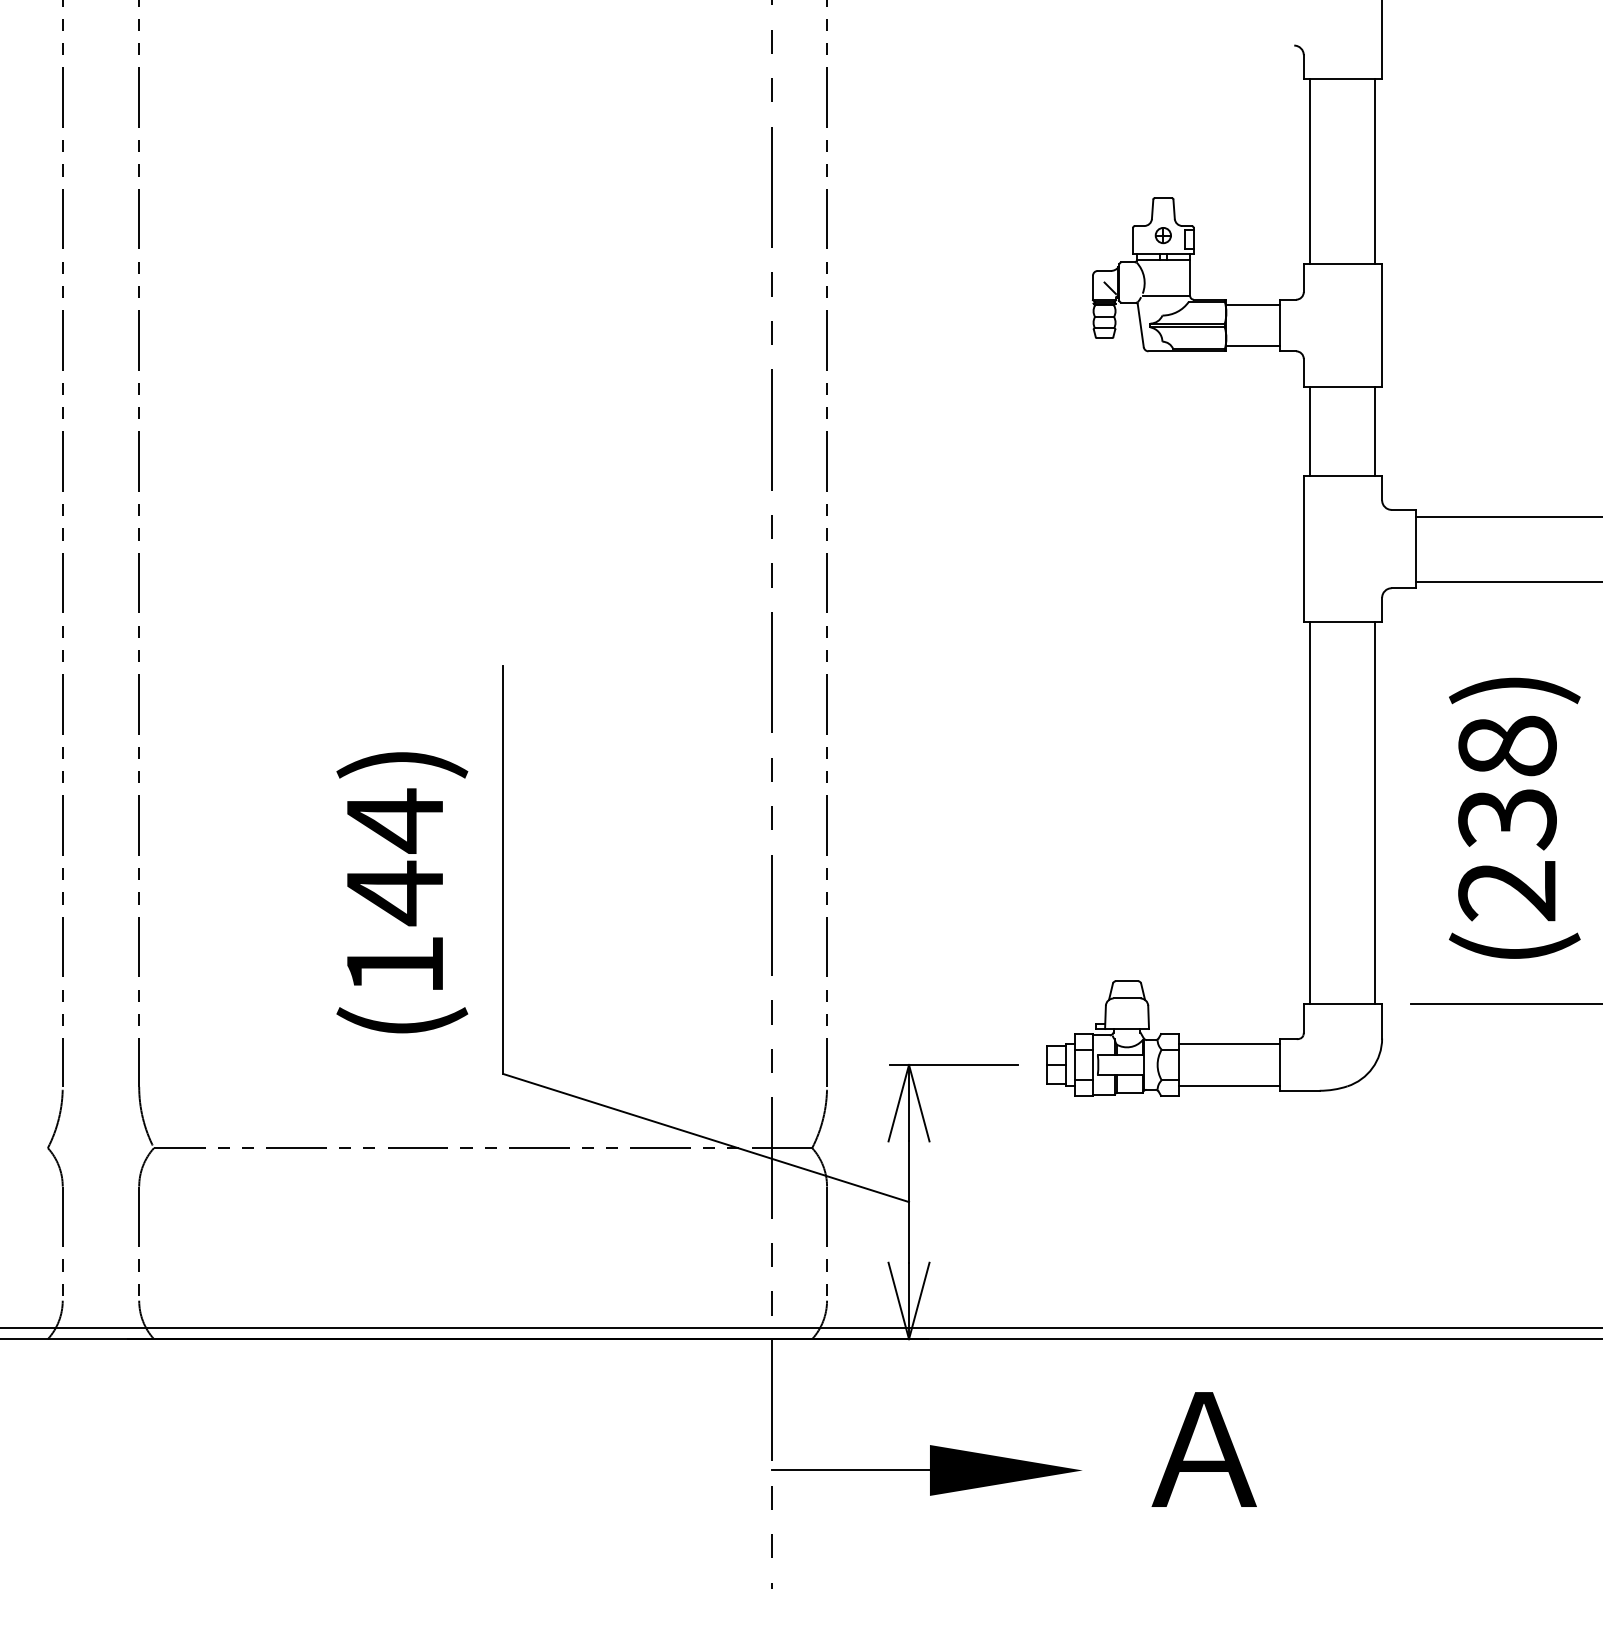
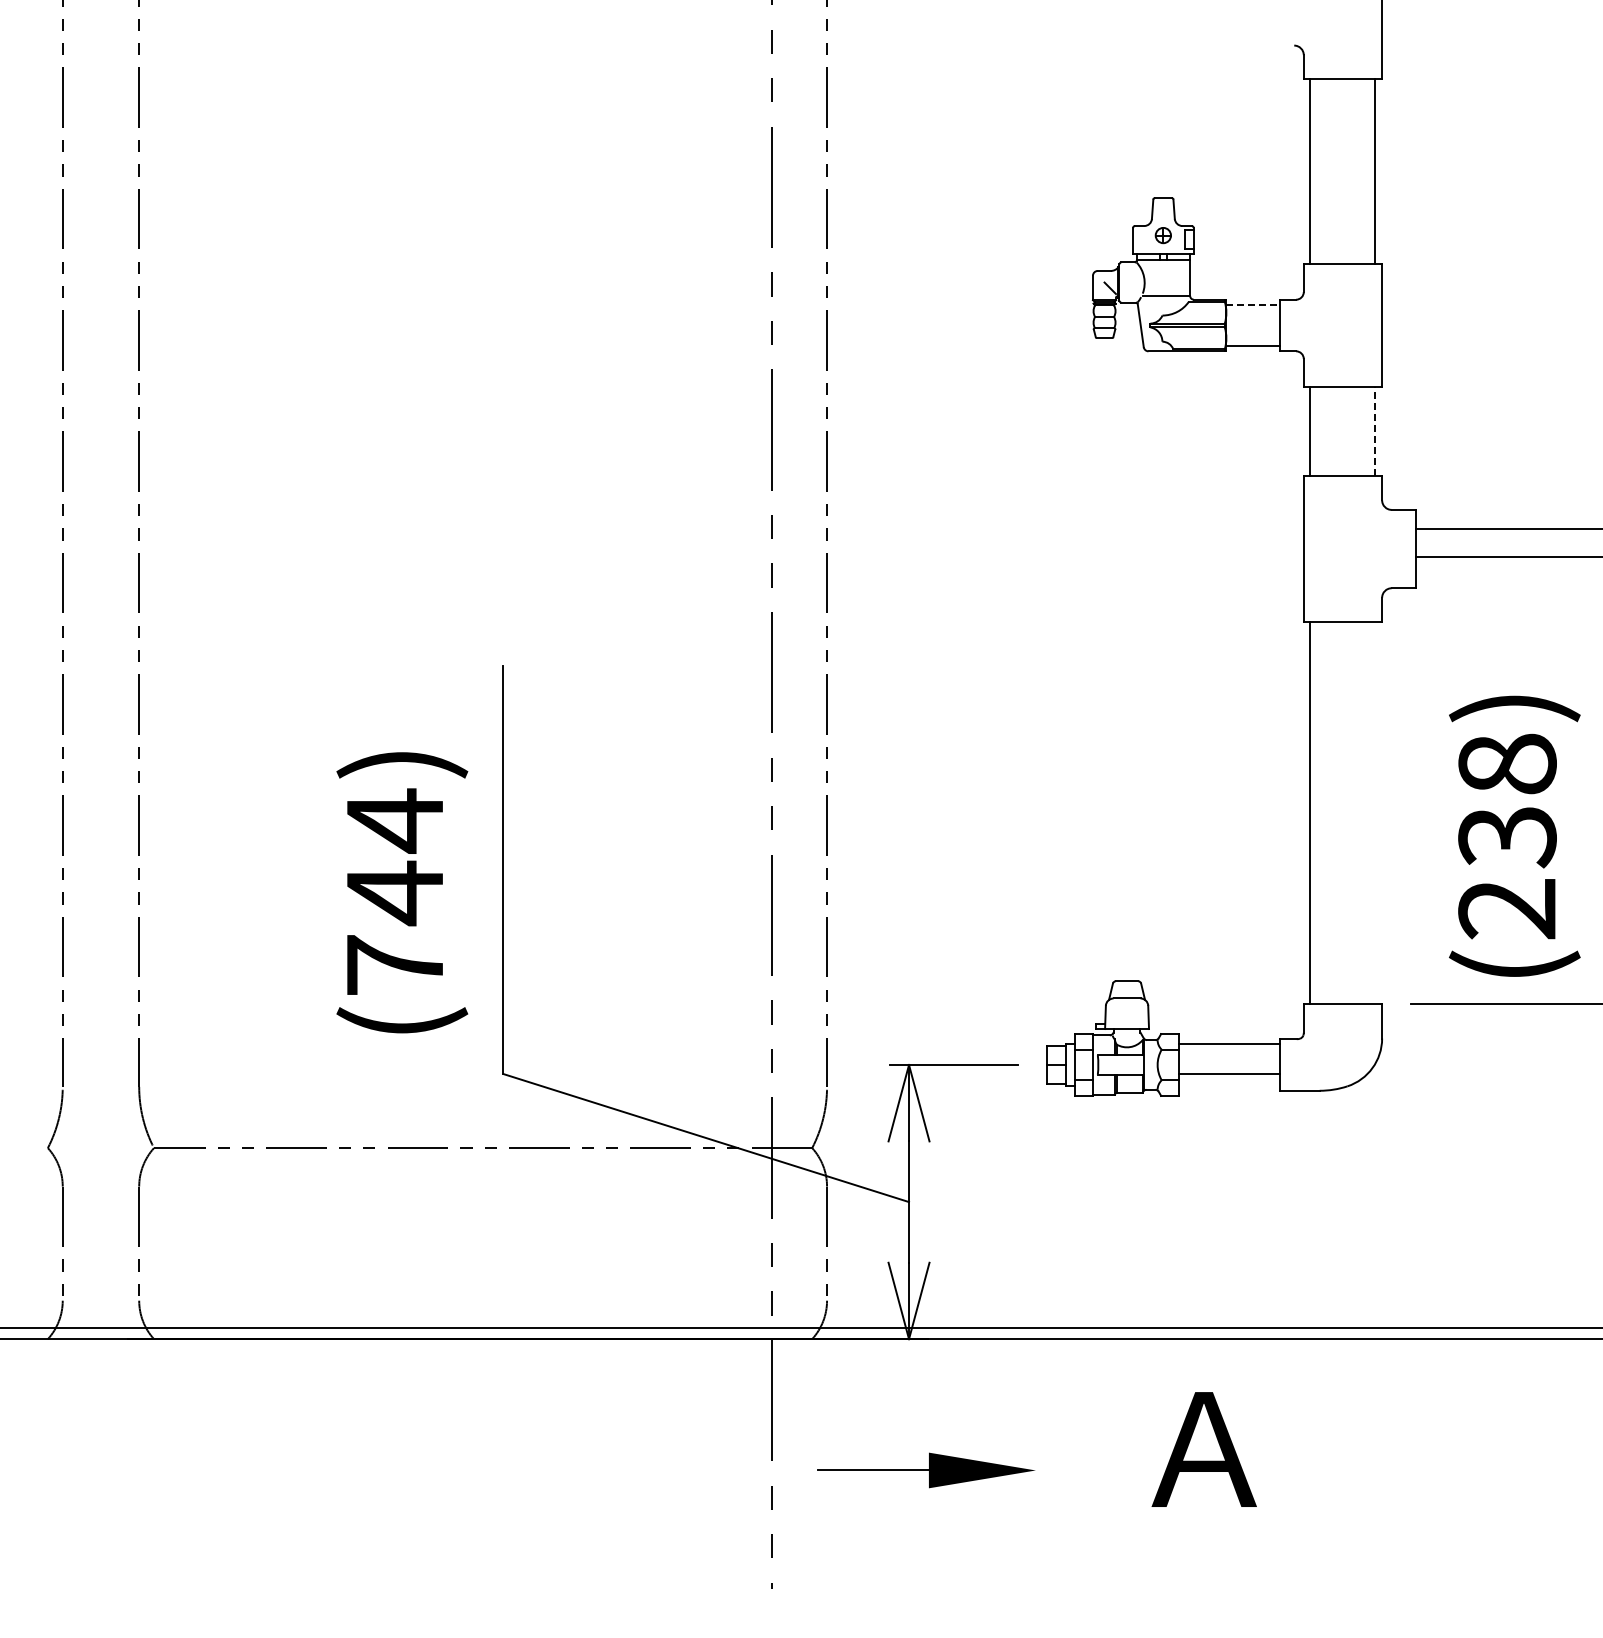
line at (1253, 304): solid -> dashed
line at (1375, 431): solid -> dashed
line at (1507, 516) position: (1507, 516) -> (1507, 528)
line at (1507, 581) position: (1507, 581) -> (1507, 556)
line at (1375, 812): present -> none
text at (1514, 817) position: (1514, 817) -> (1514, 835)
text at (394, 964): (144) -> (744)
line at (1228, 1085) position: (1228, 1085) -> (1228, 1073)
part at (926, 1470) size: 311x51 px -> 219x37 px
